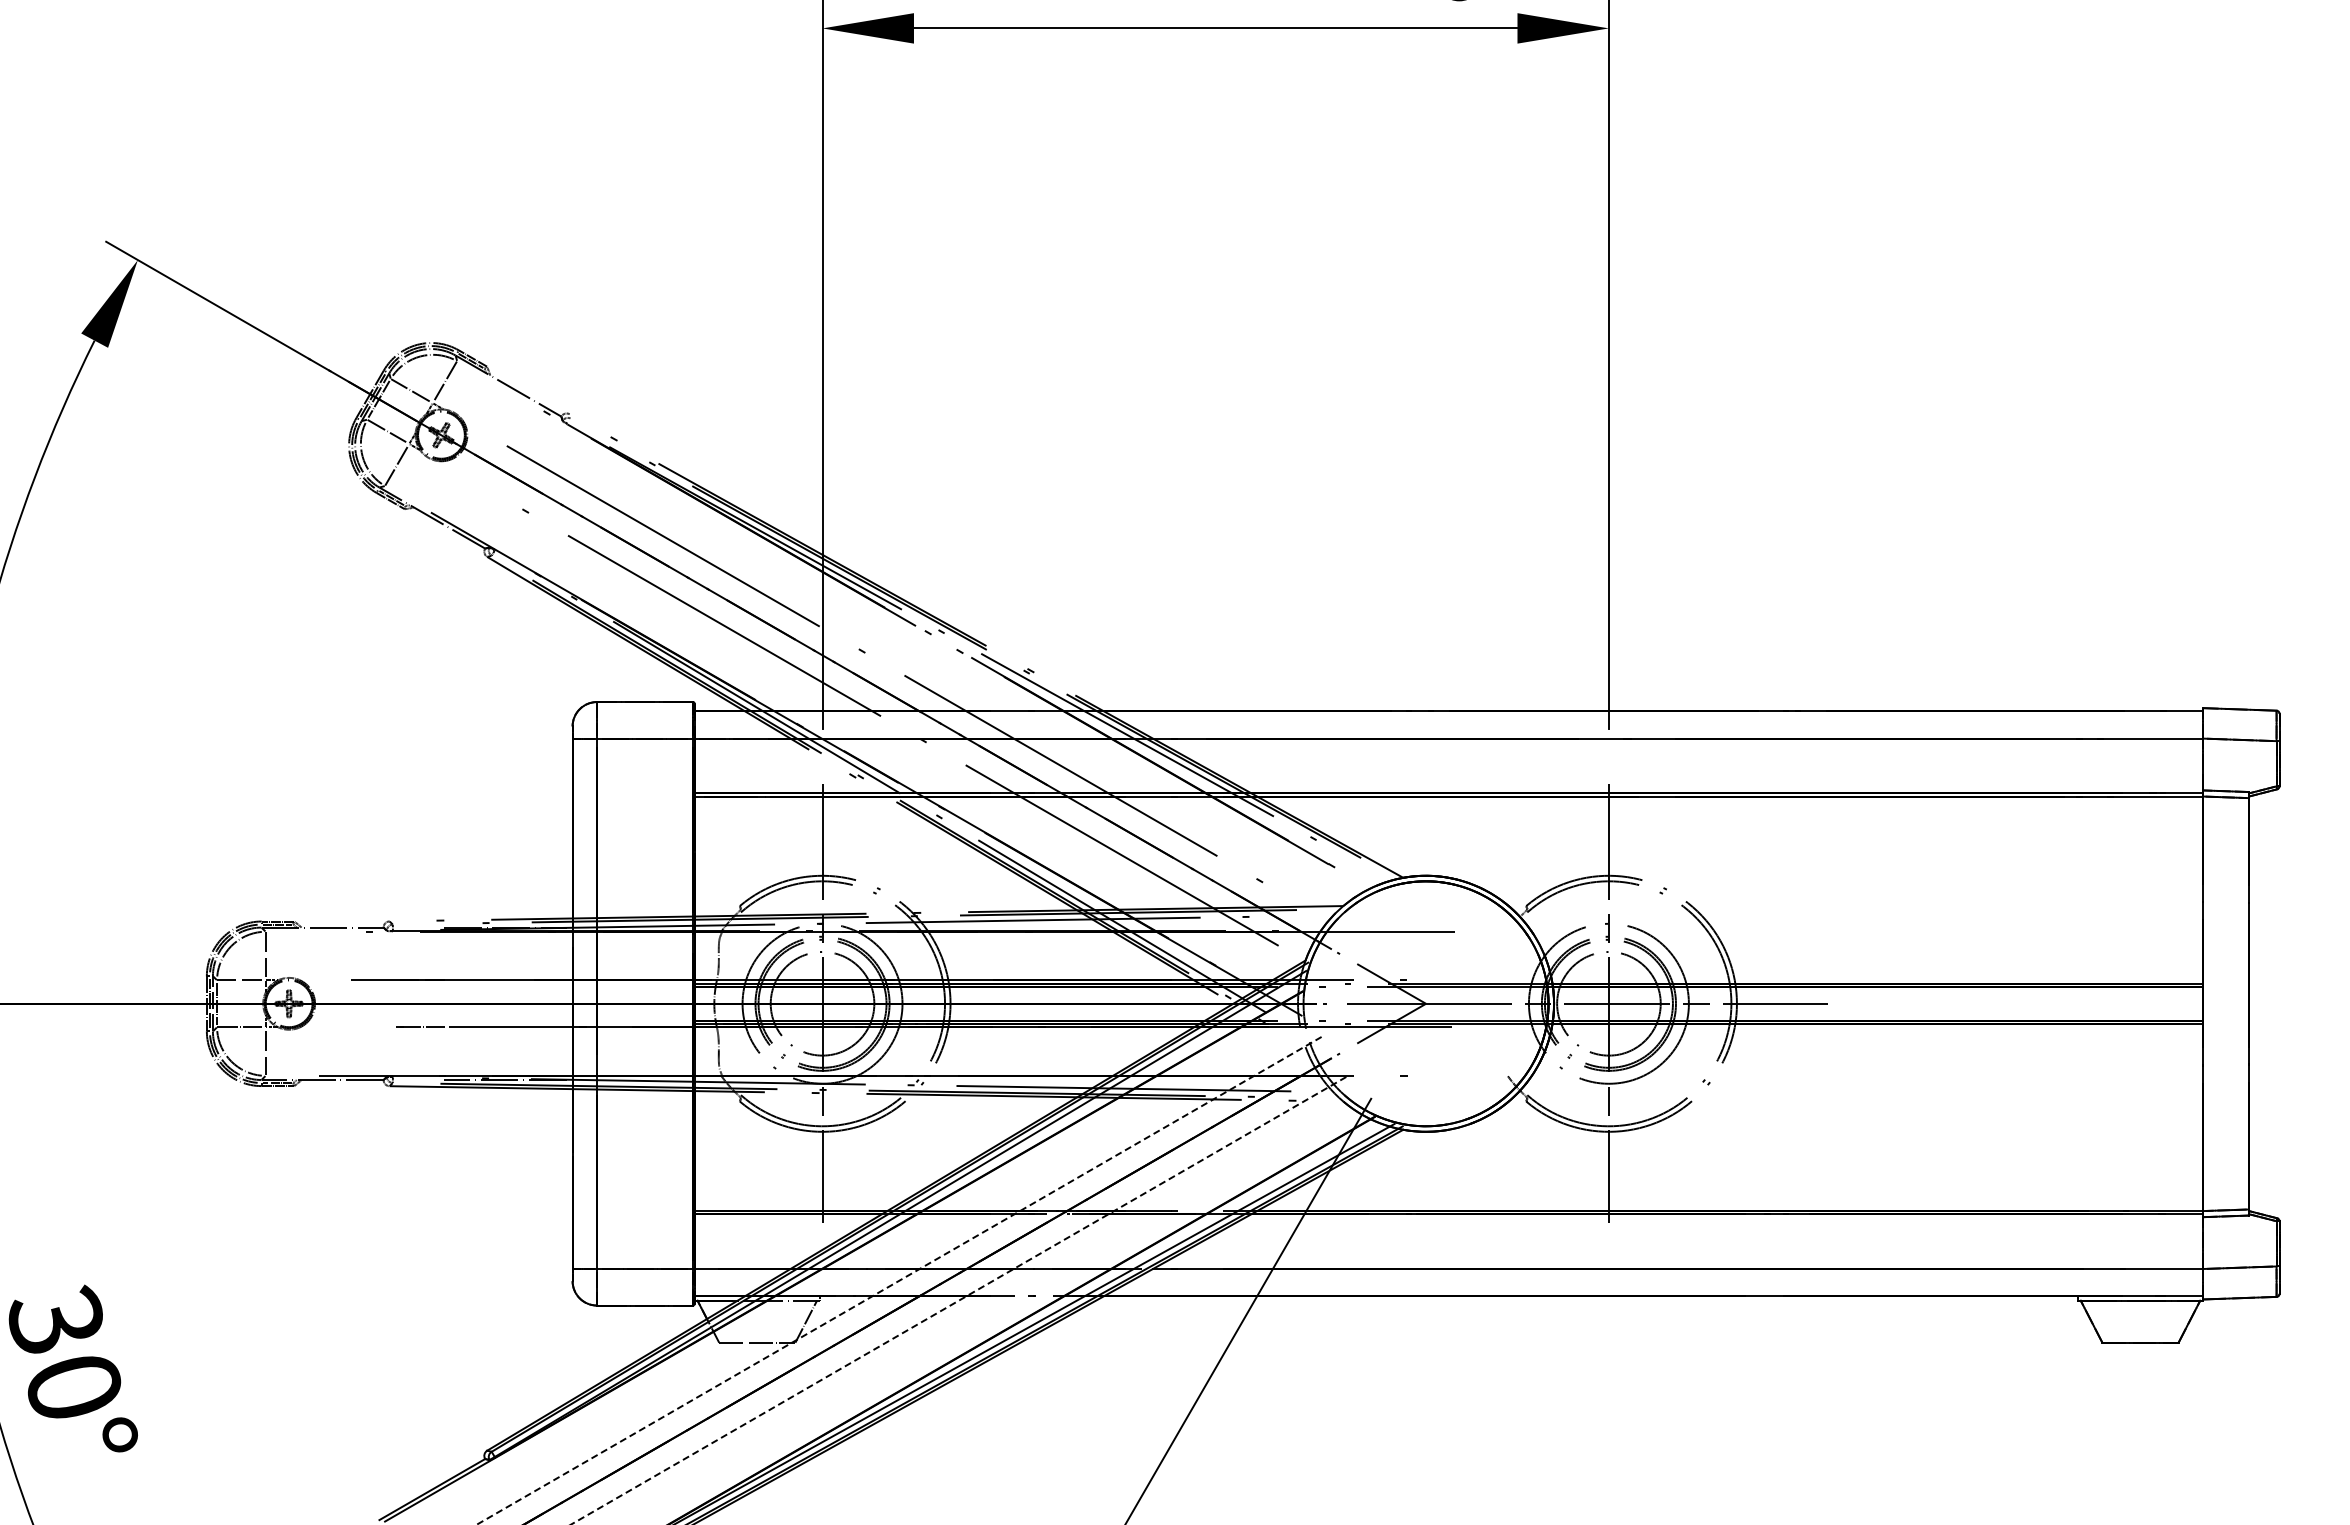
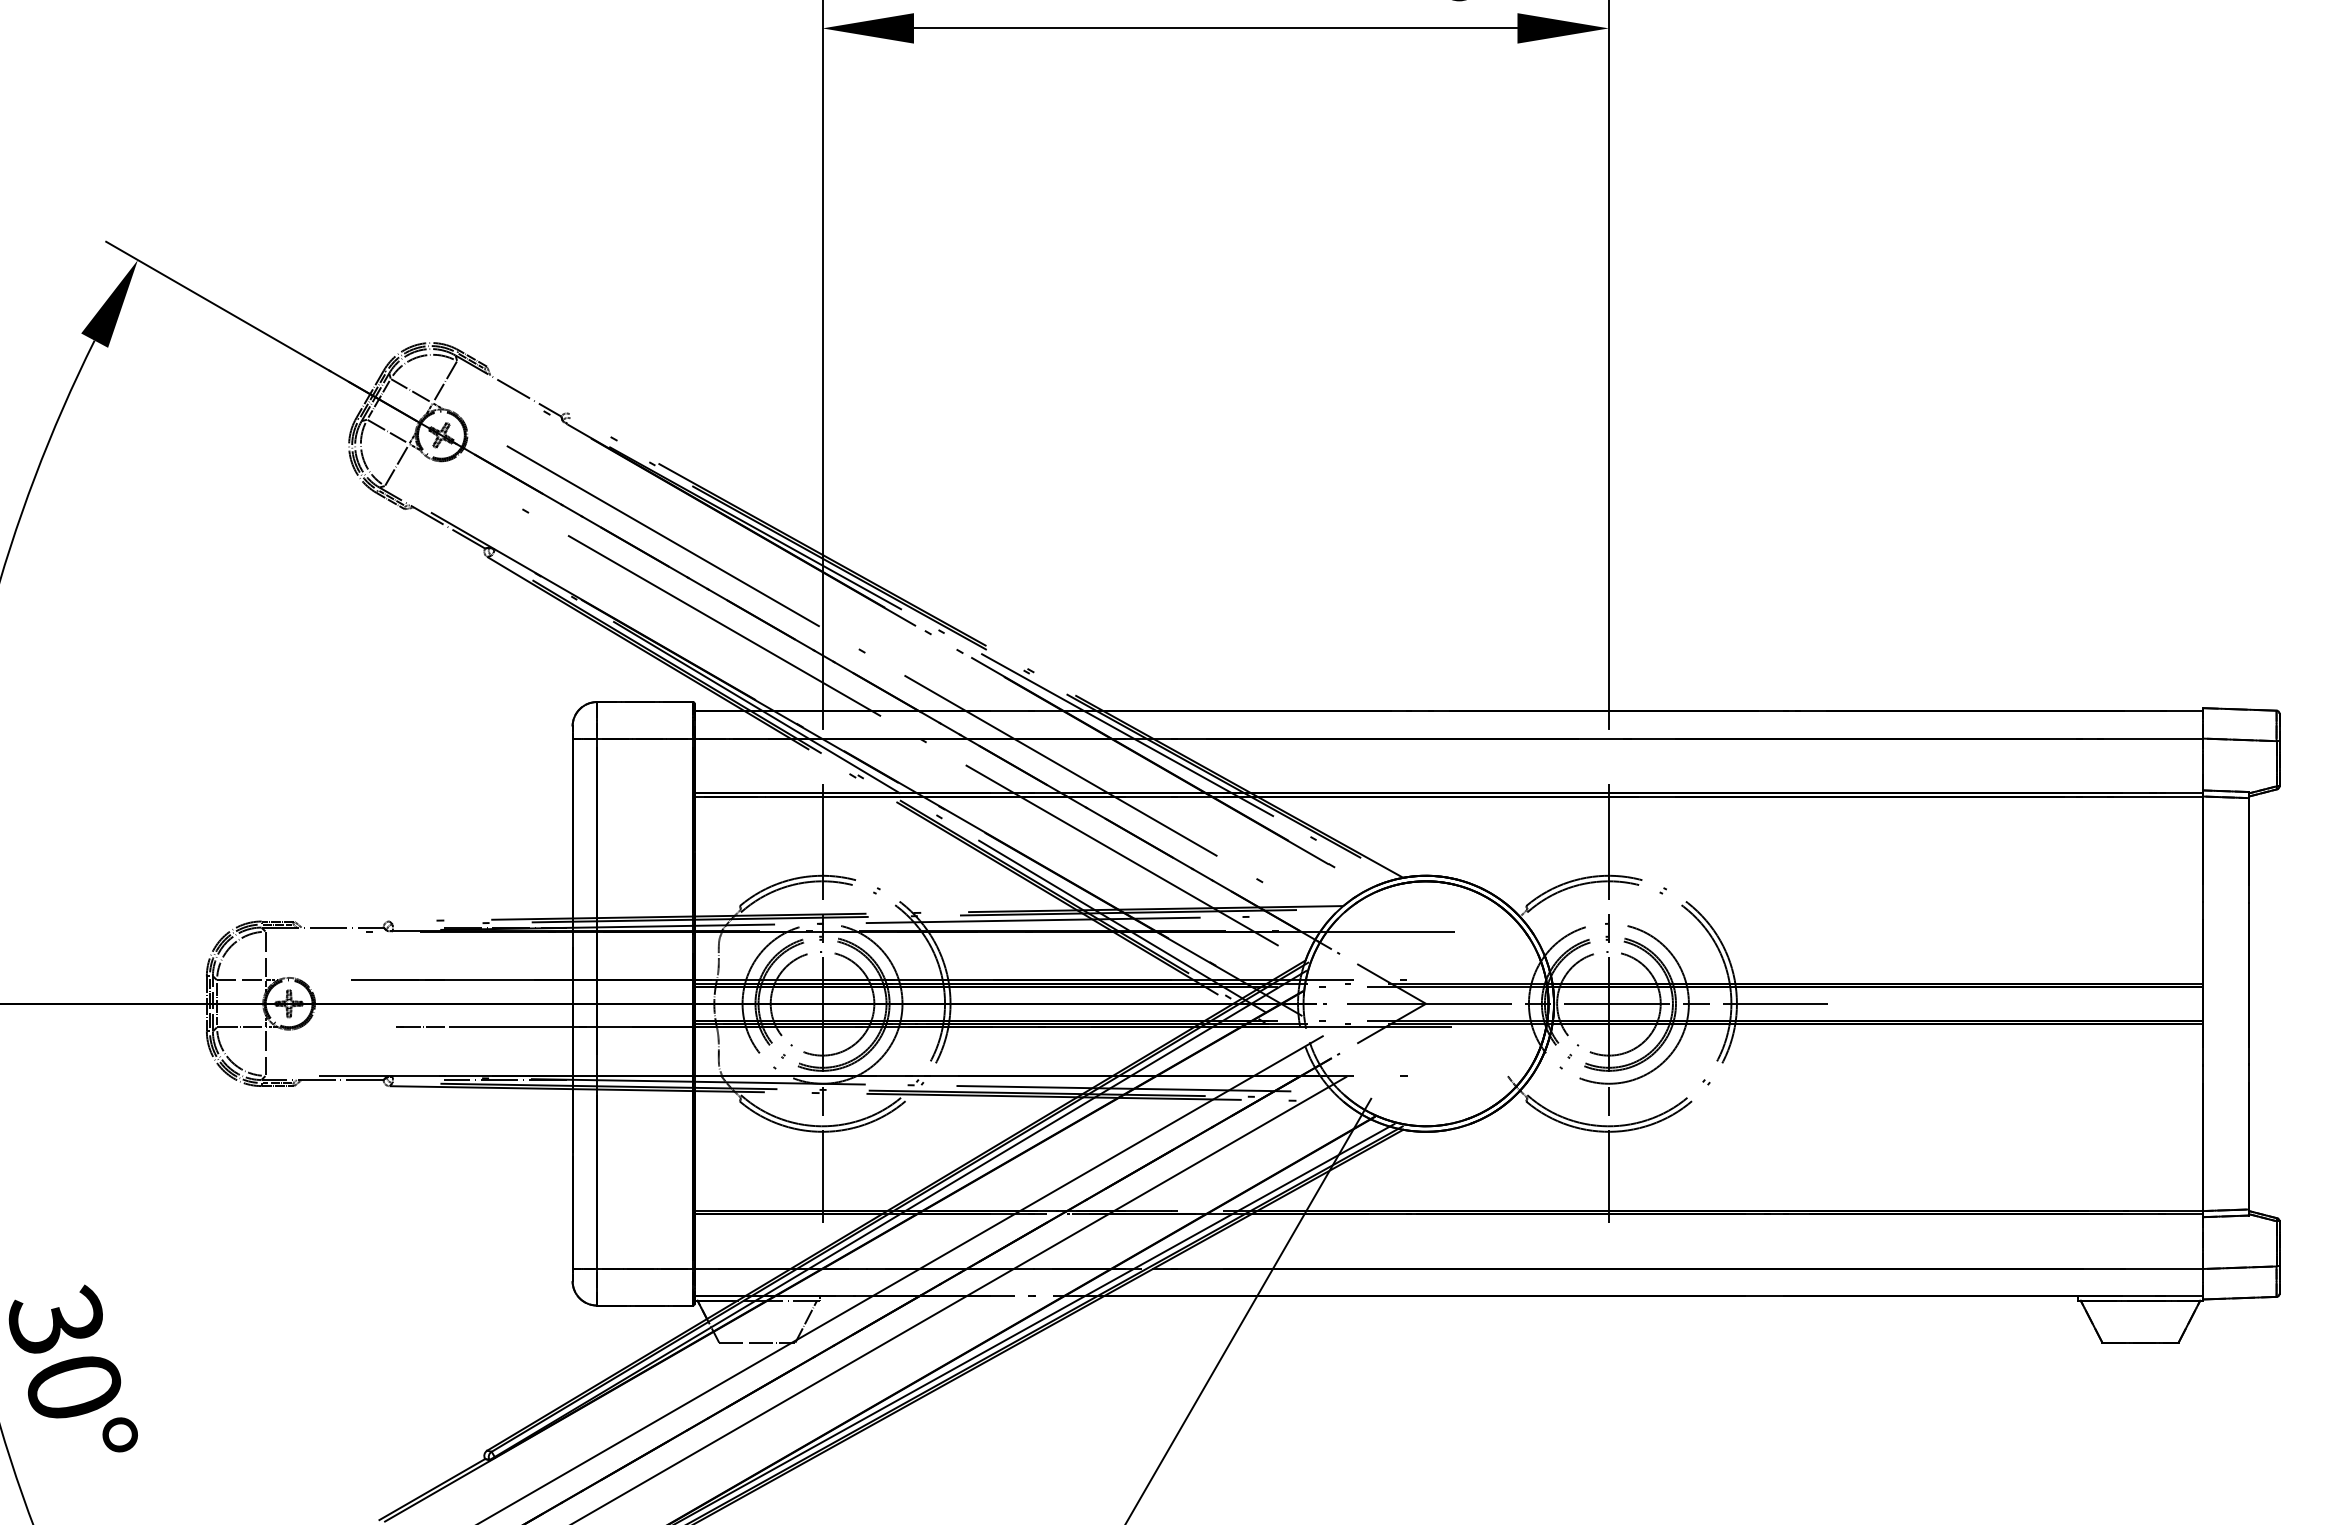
line at (899, 1280): dashed -> solid
line at (958, 1300): dashed -> solid
